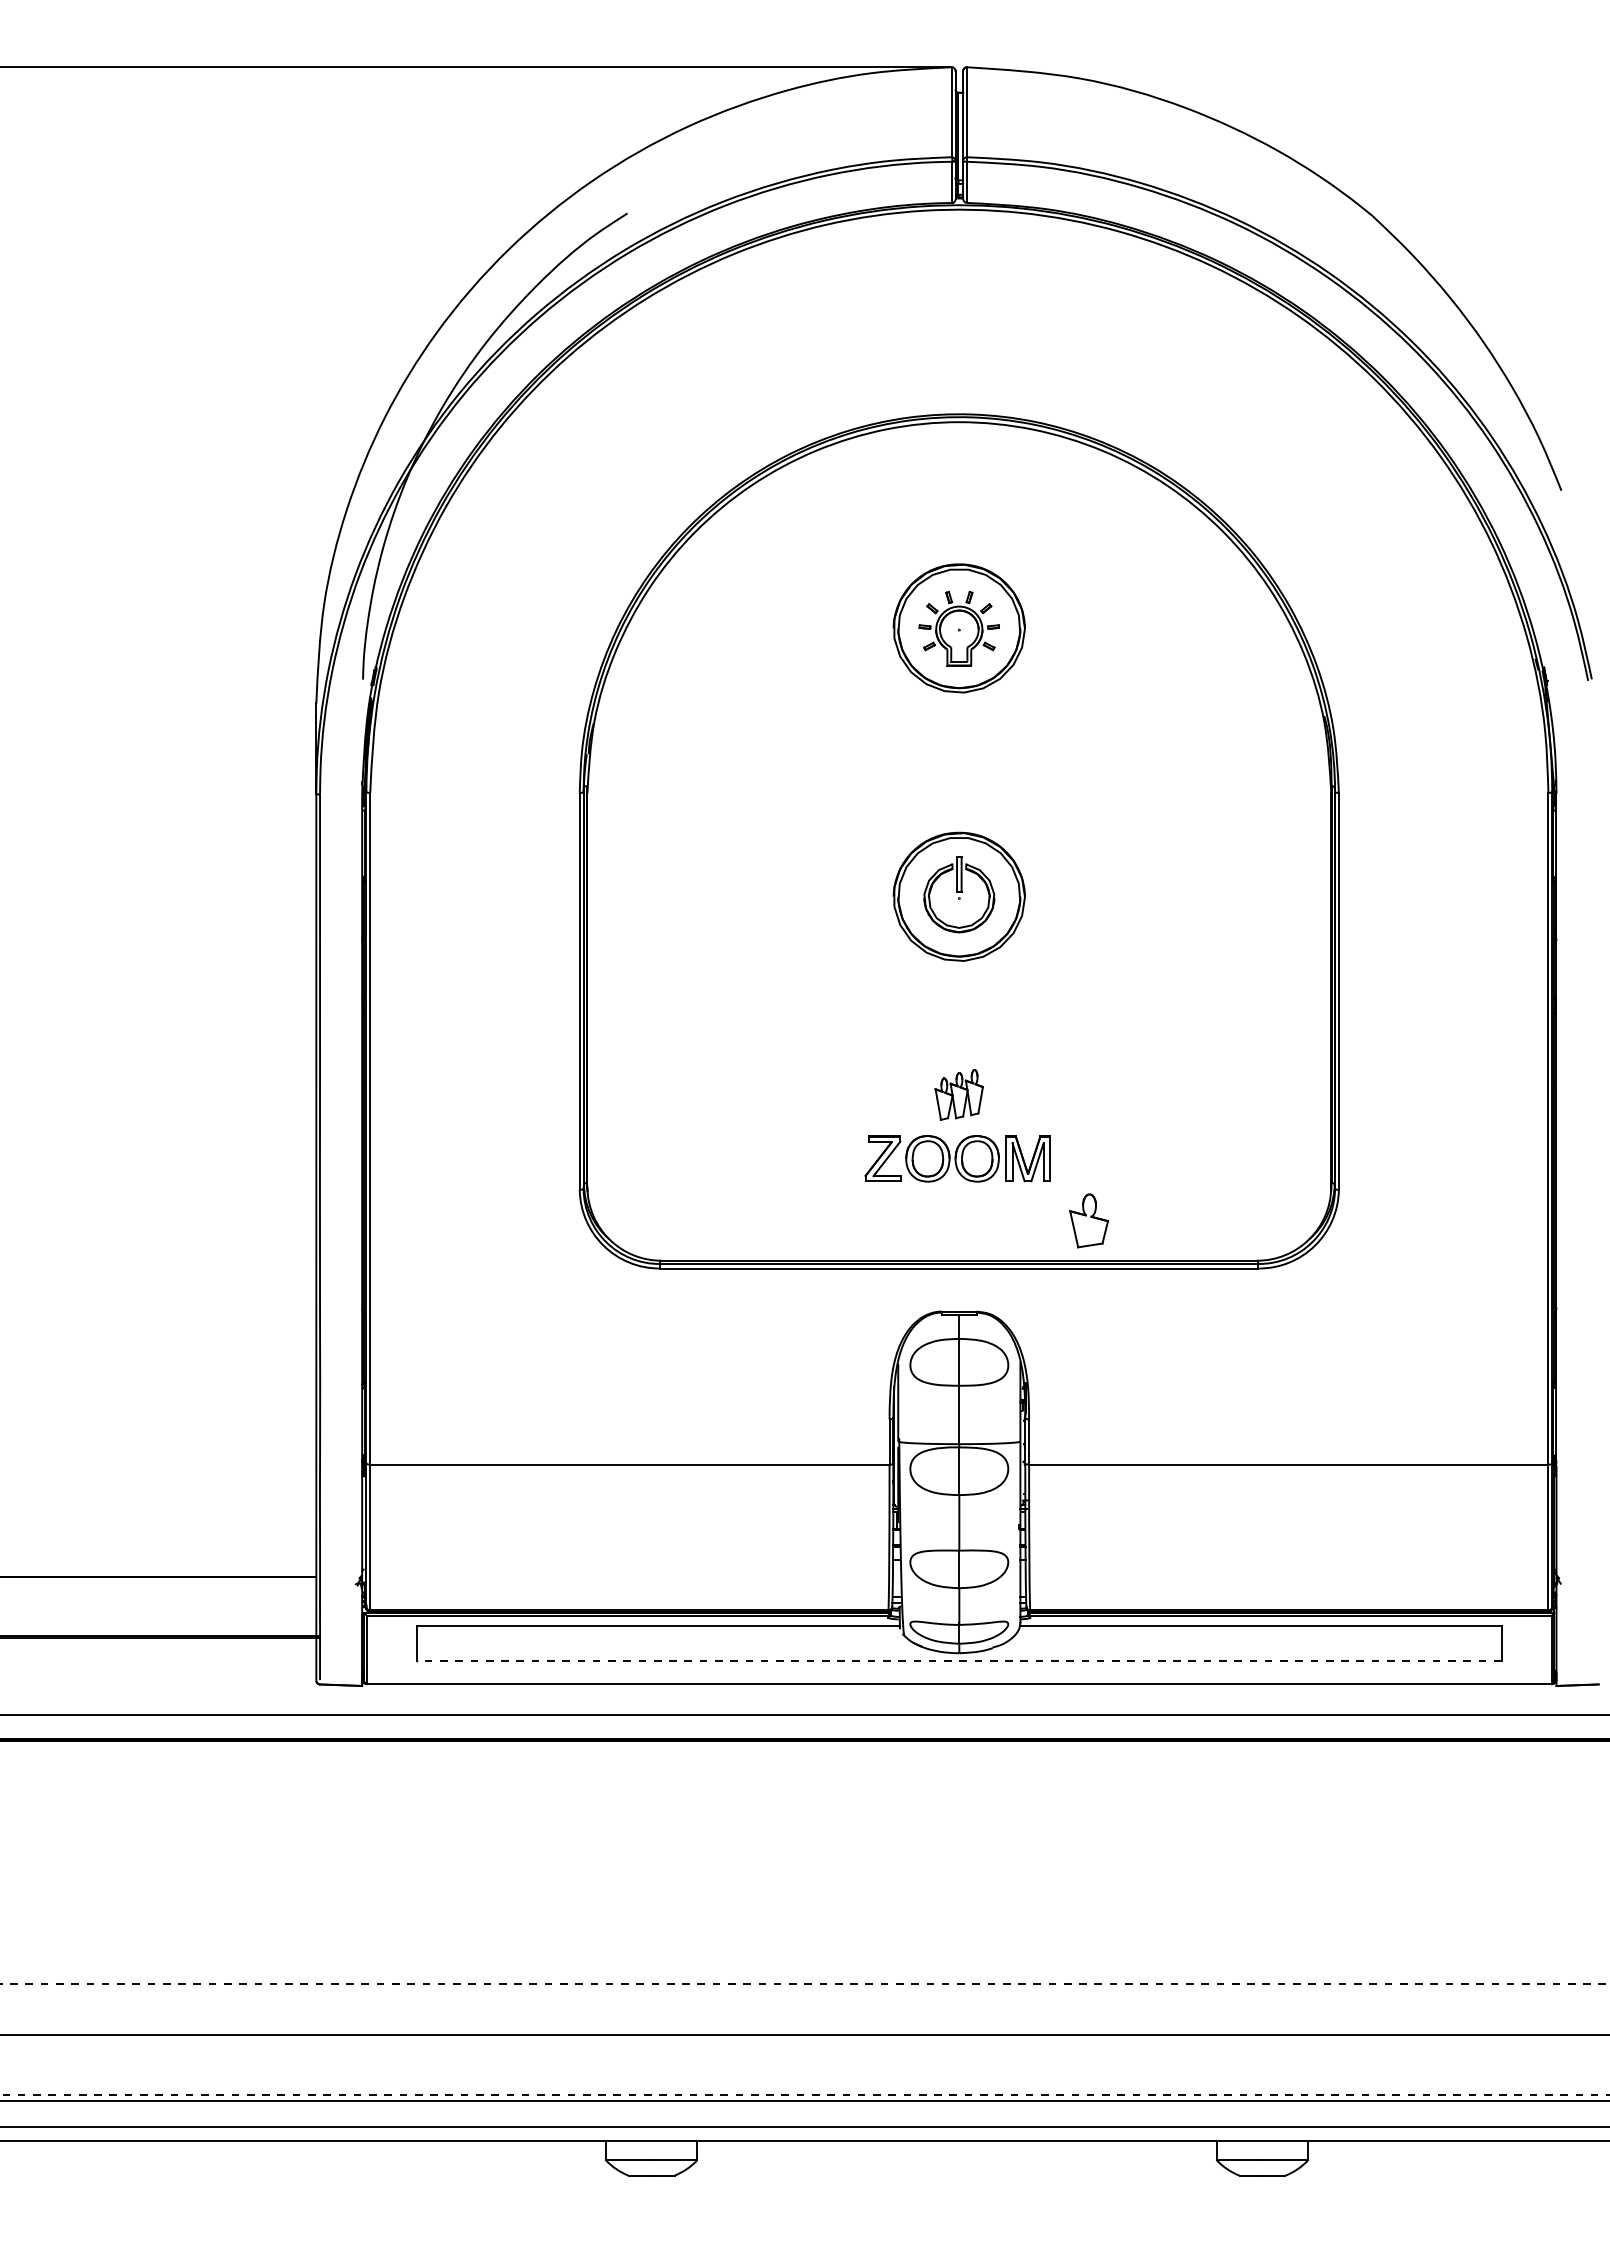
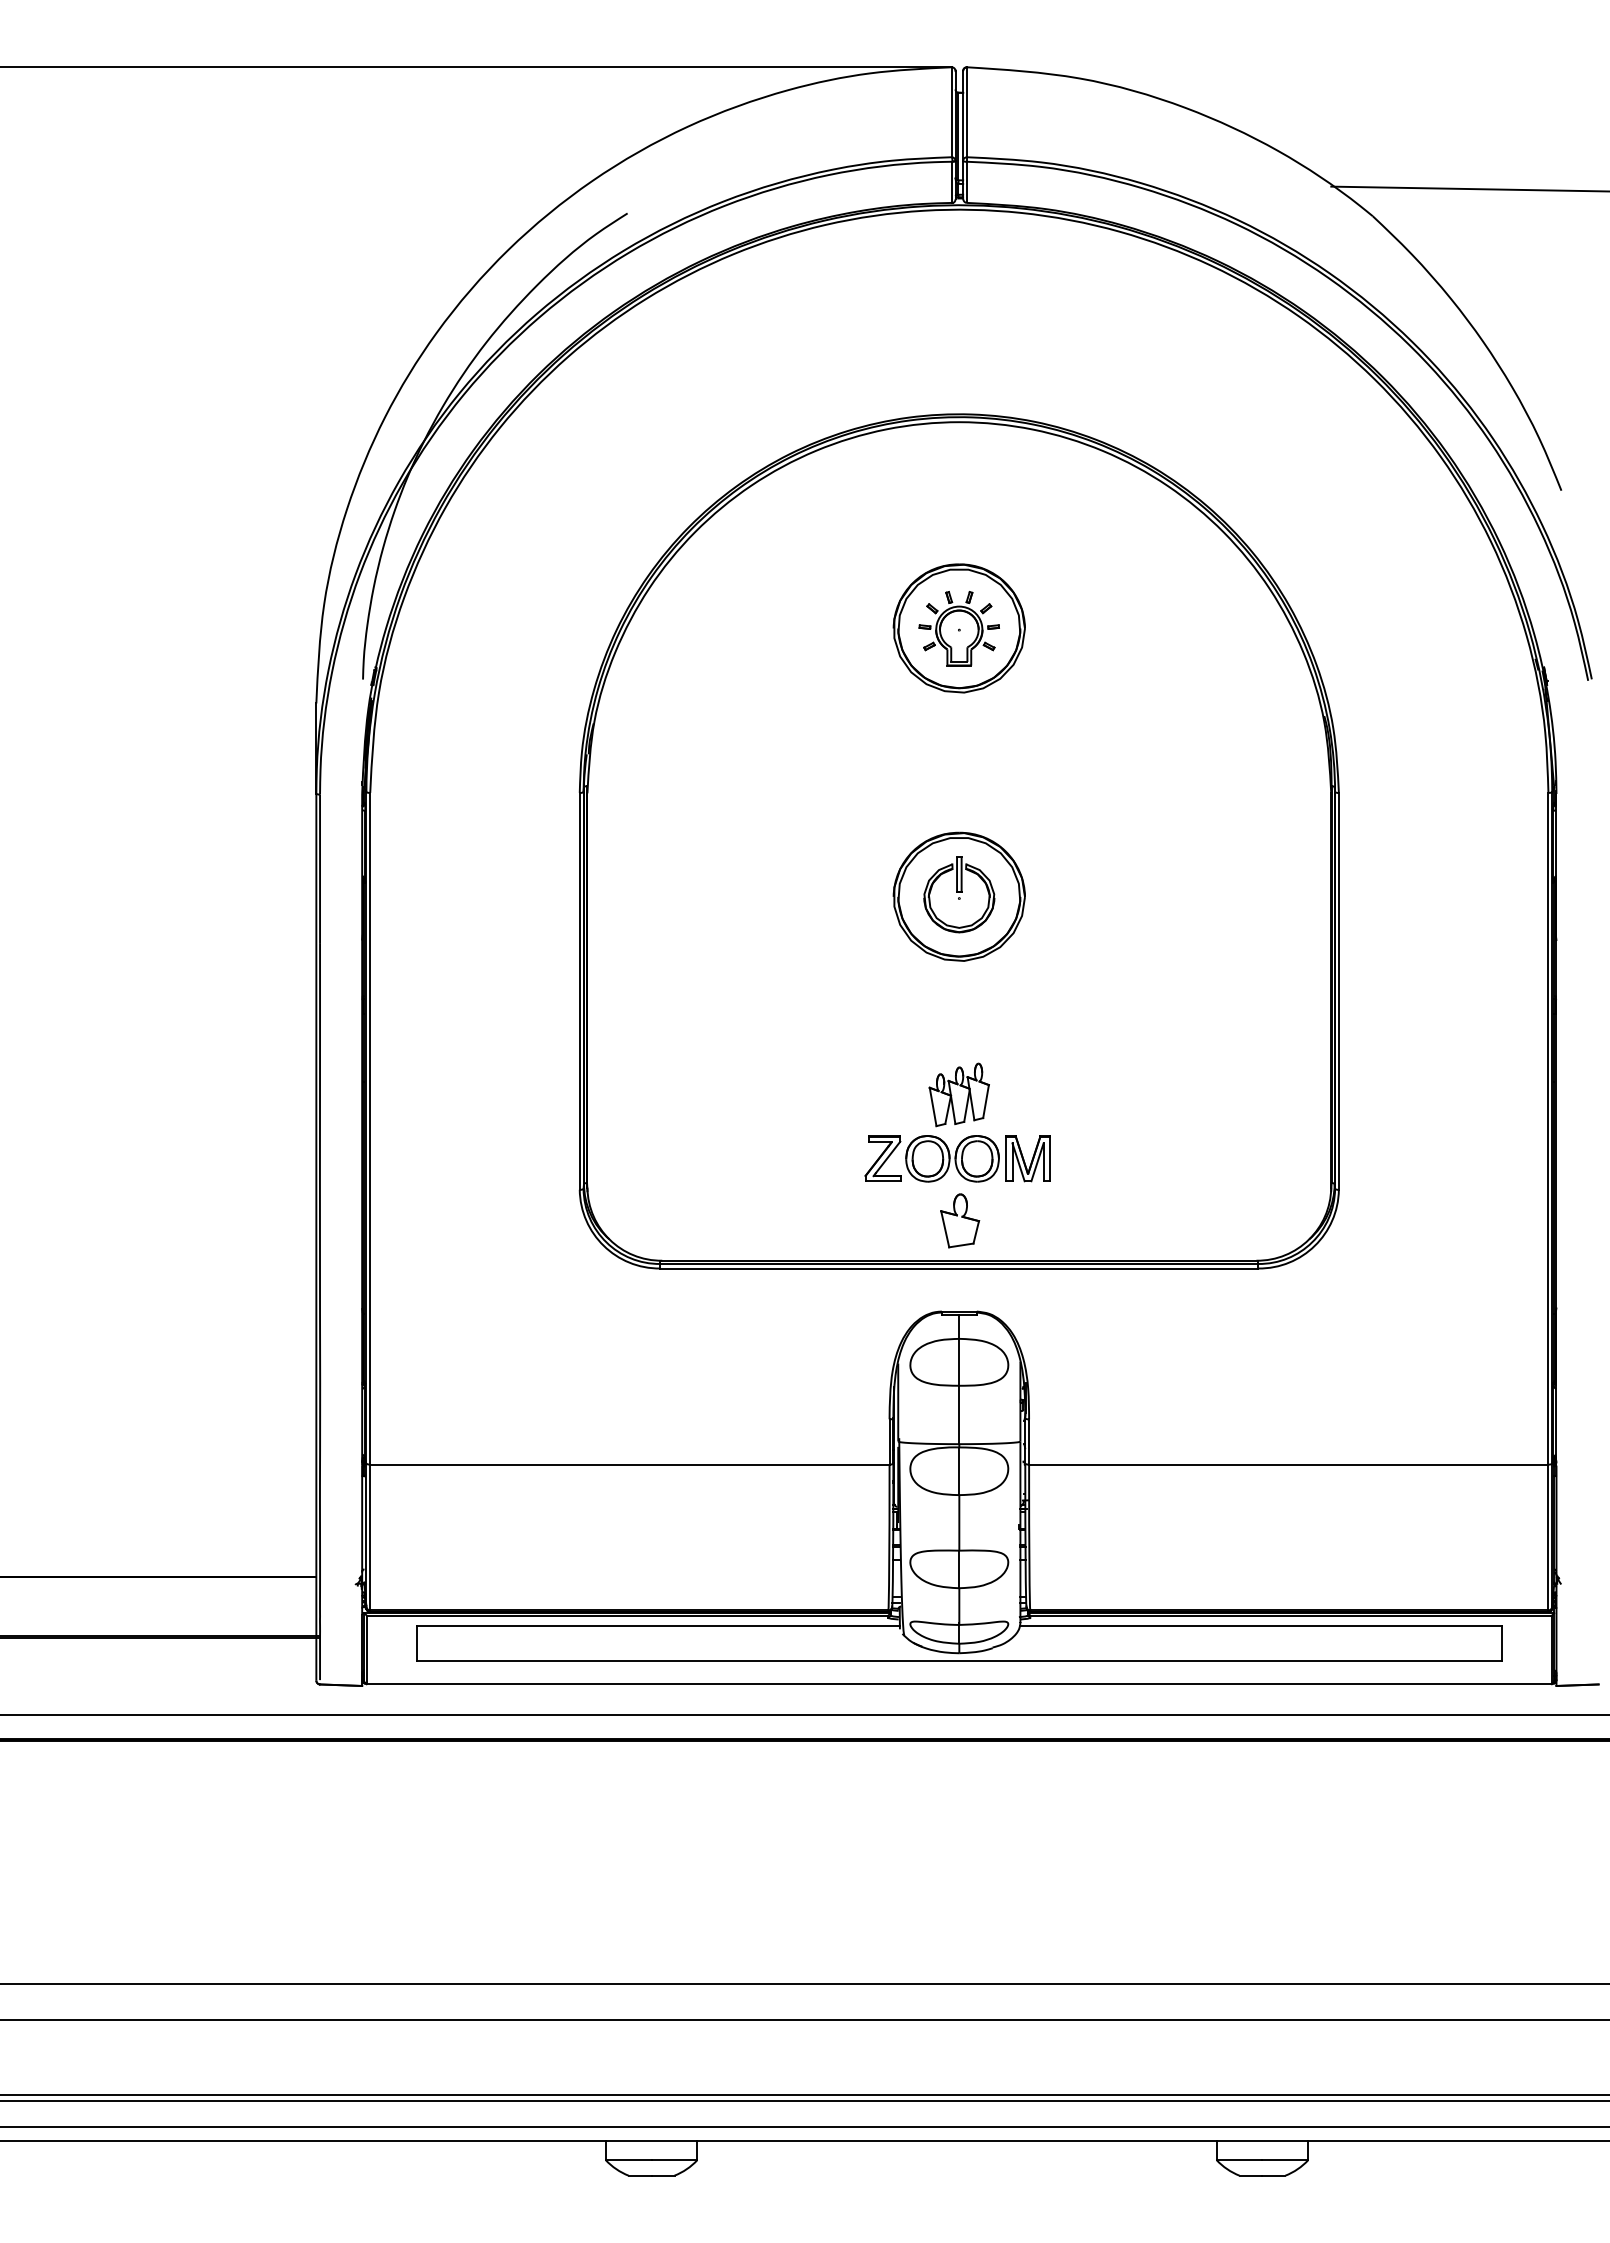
line at (1468, 188): none -> present
part at (958, 1094) size: 50x52 px -> 62x66 px
part at (1089, 1220) position: (1089, 1220) -> (960, 1220)
line at (958, 1661): dashed -> solid
line at (805, 1984): dashed -> solid
line at (804, 2035) position: (804, 2035) -> (804, 2020)
line at (804, 2094): dashed -> solid
